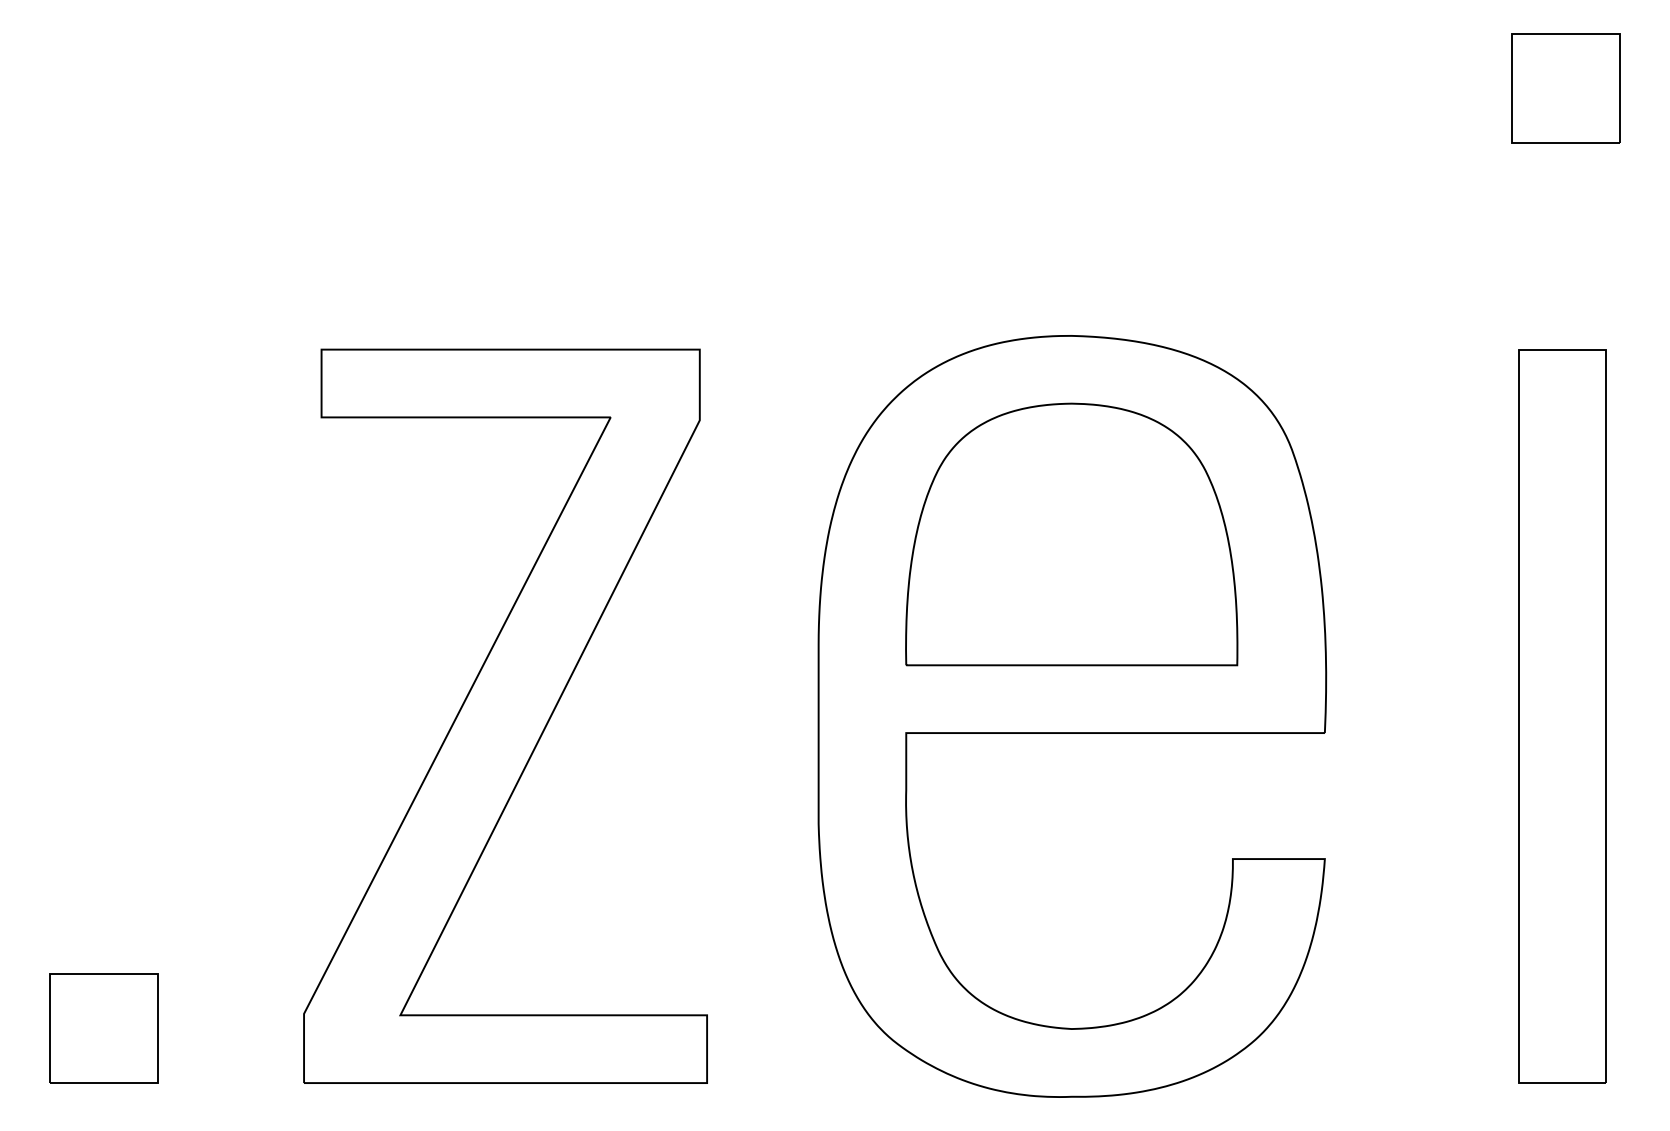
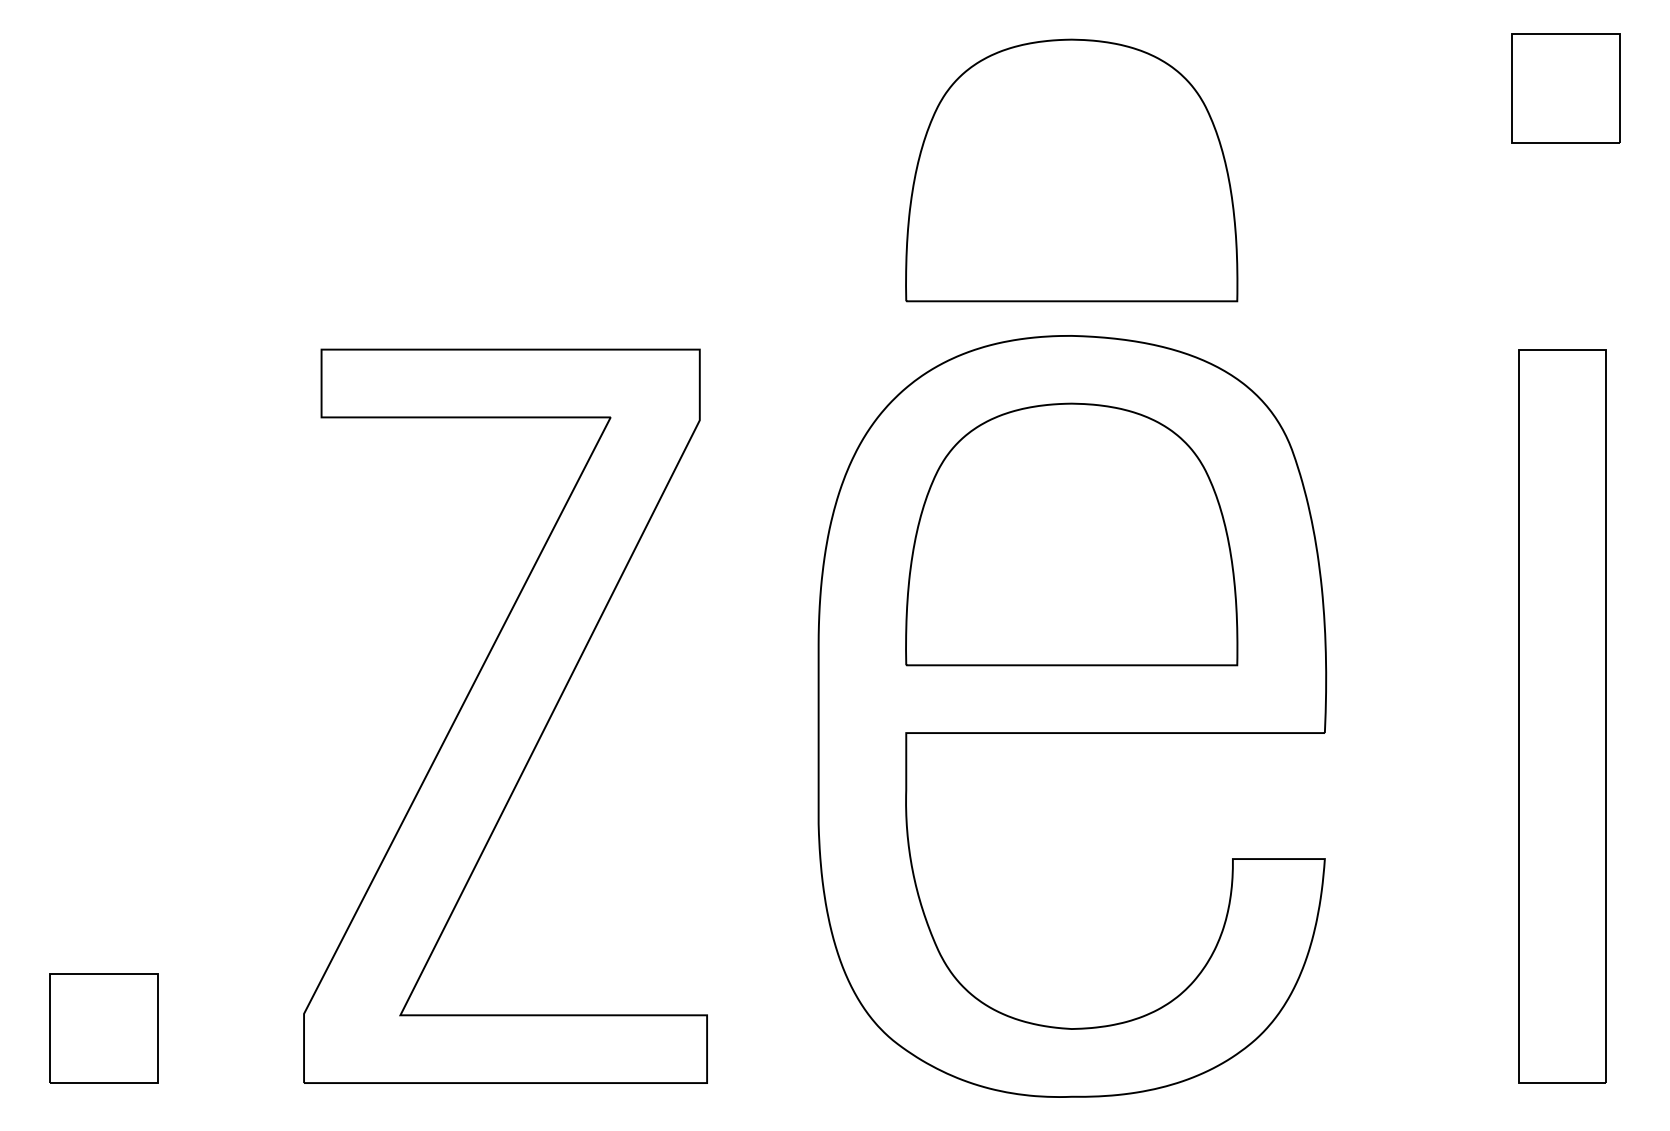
part at (1071, 170): none -> present
